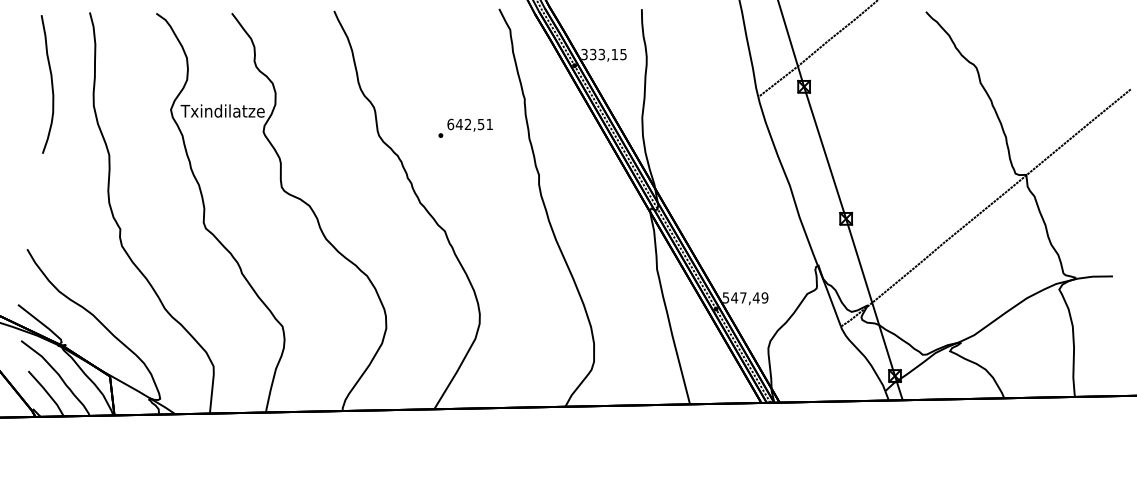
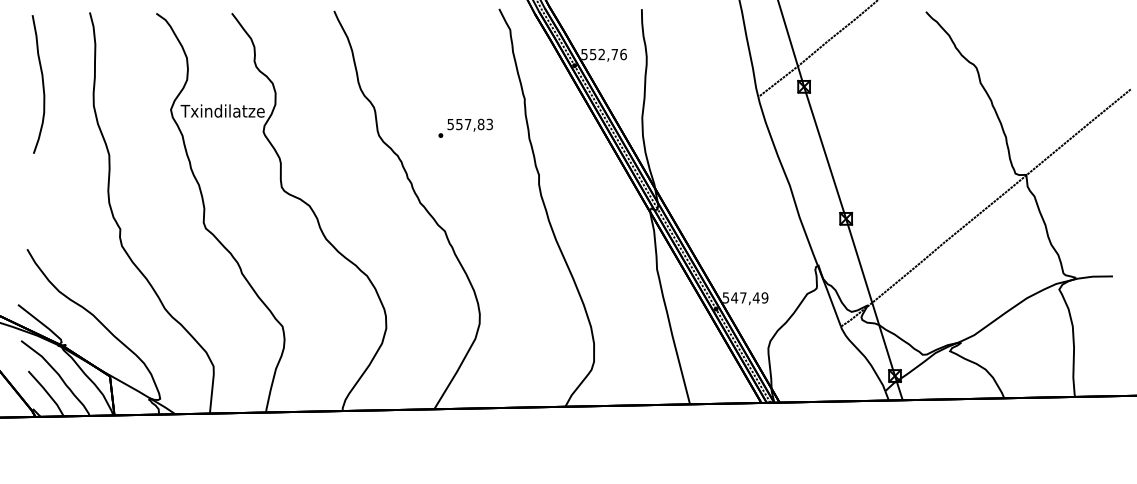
text at (603, 54): 333,15 -> 552,76
curve at (51, 84) position: (51, 84) -> (42, 84)
text at (469, 124): 642,51 -> 557,83
